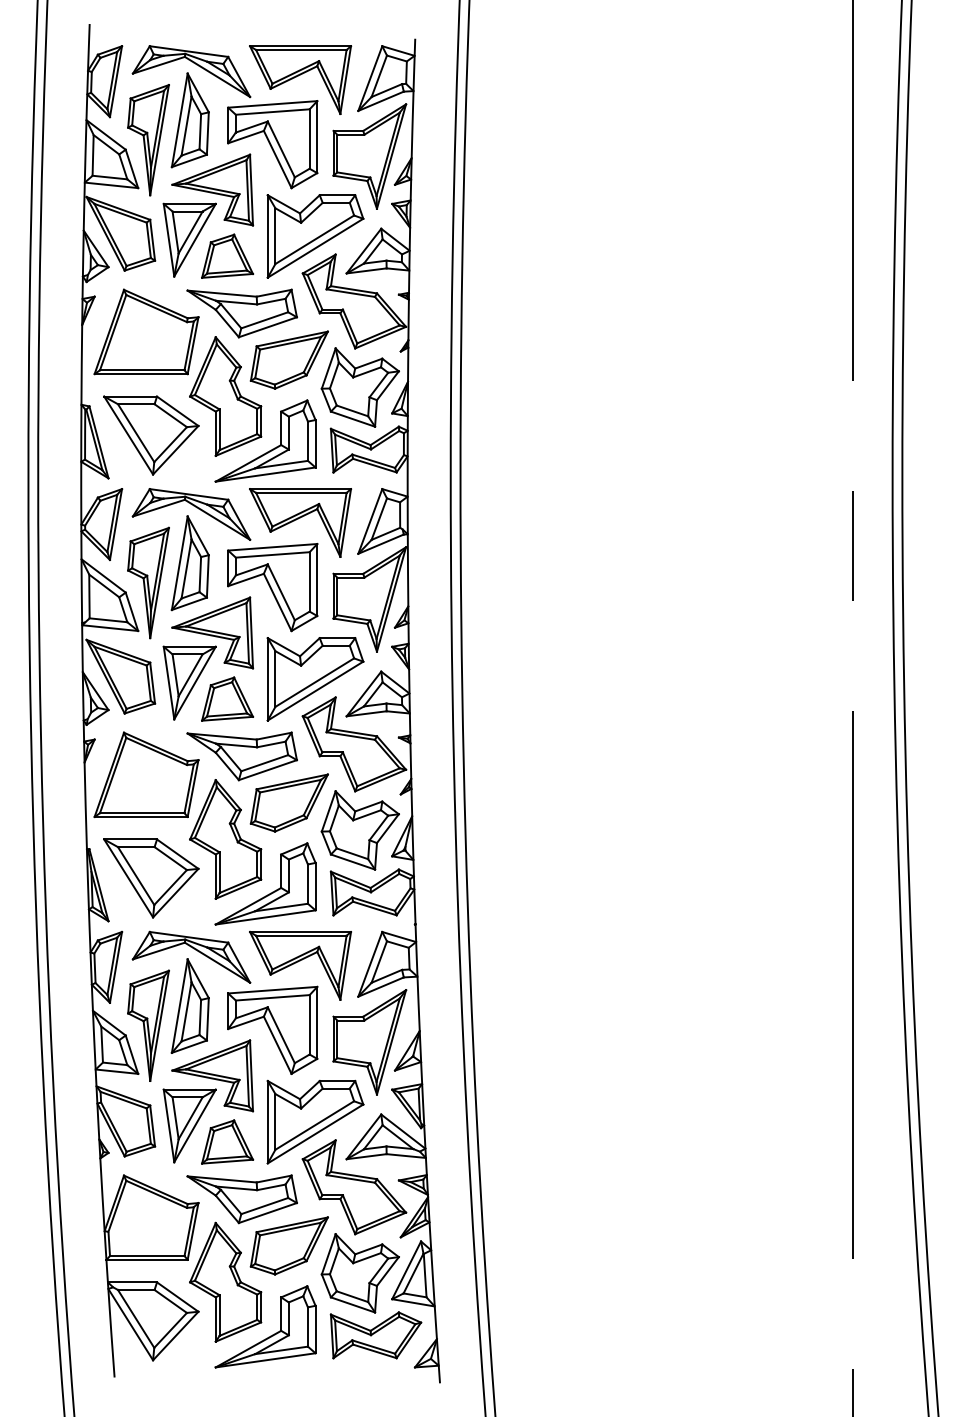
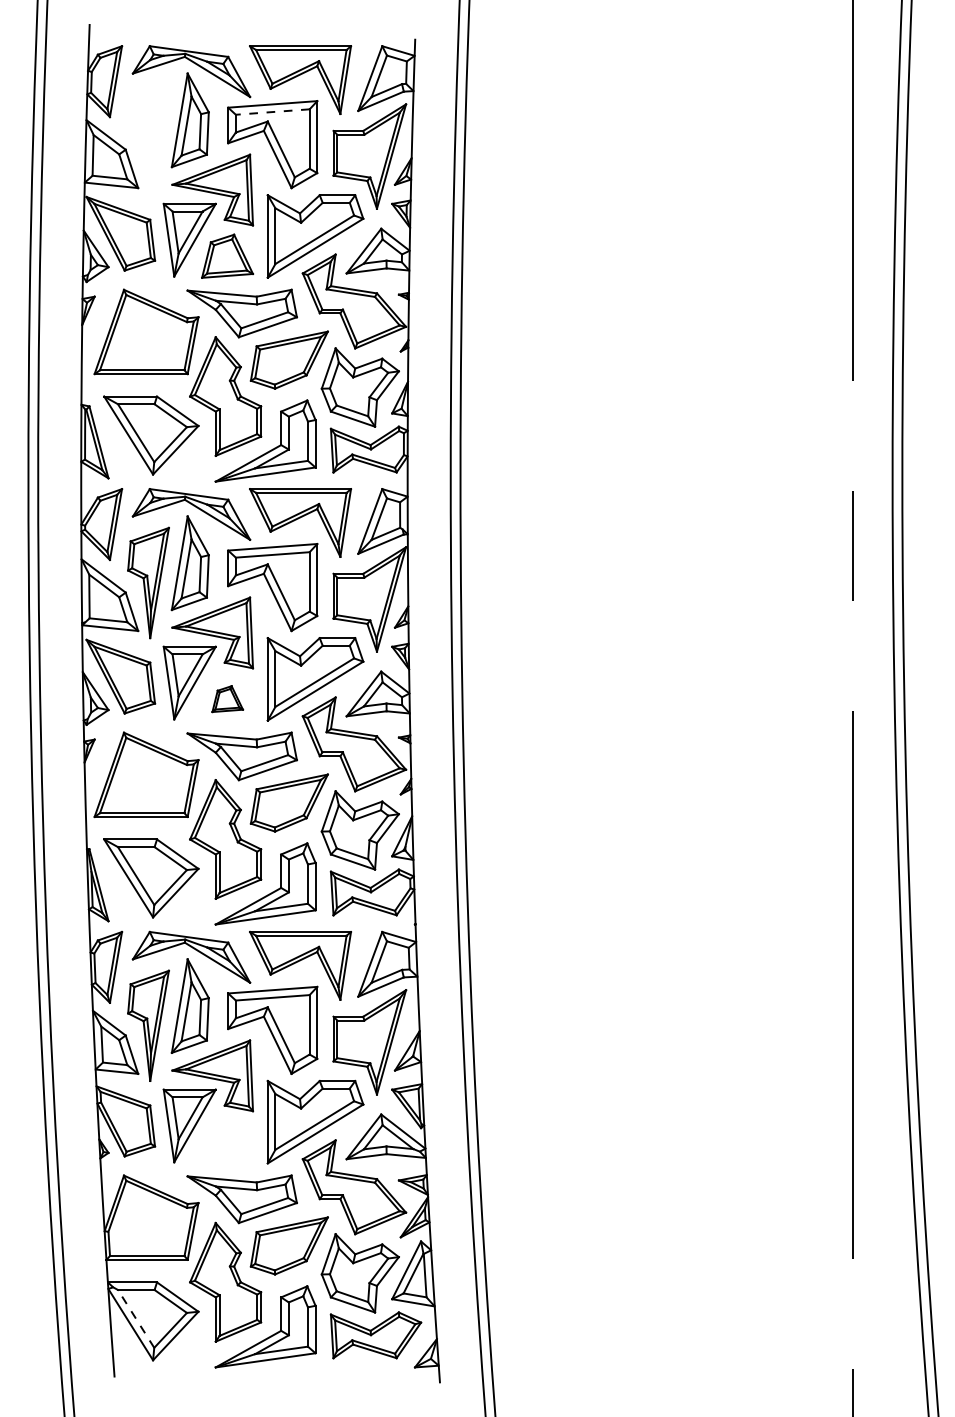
line at (272, 112): solid -> dashed
part at (148, 140): present -> none
part at (227, 698) size: 54x46 px -> 34x29 px
part at (227, 1141): present -> none
line at (135, 1318): solid -> dashed
